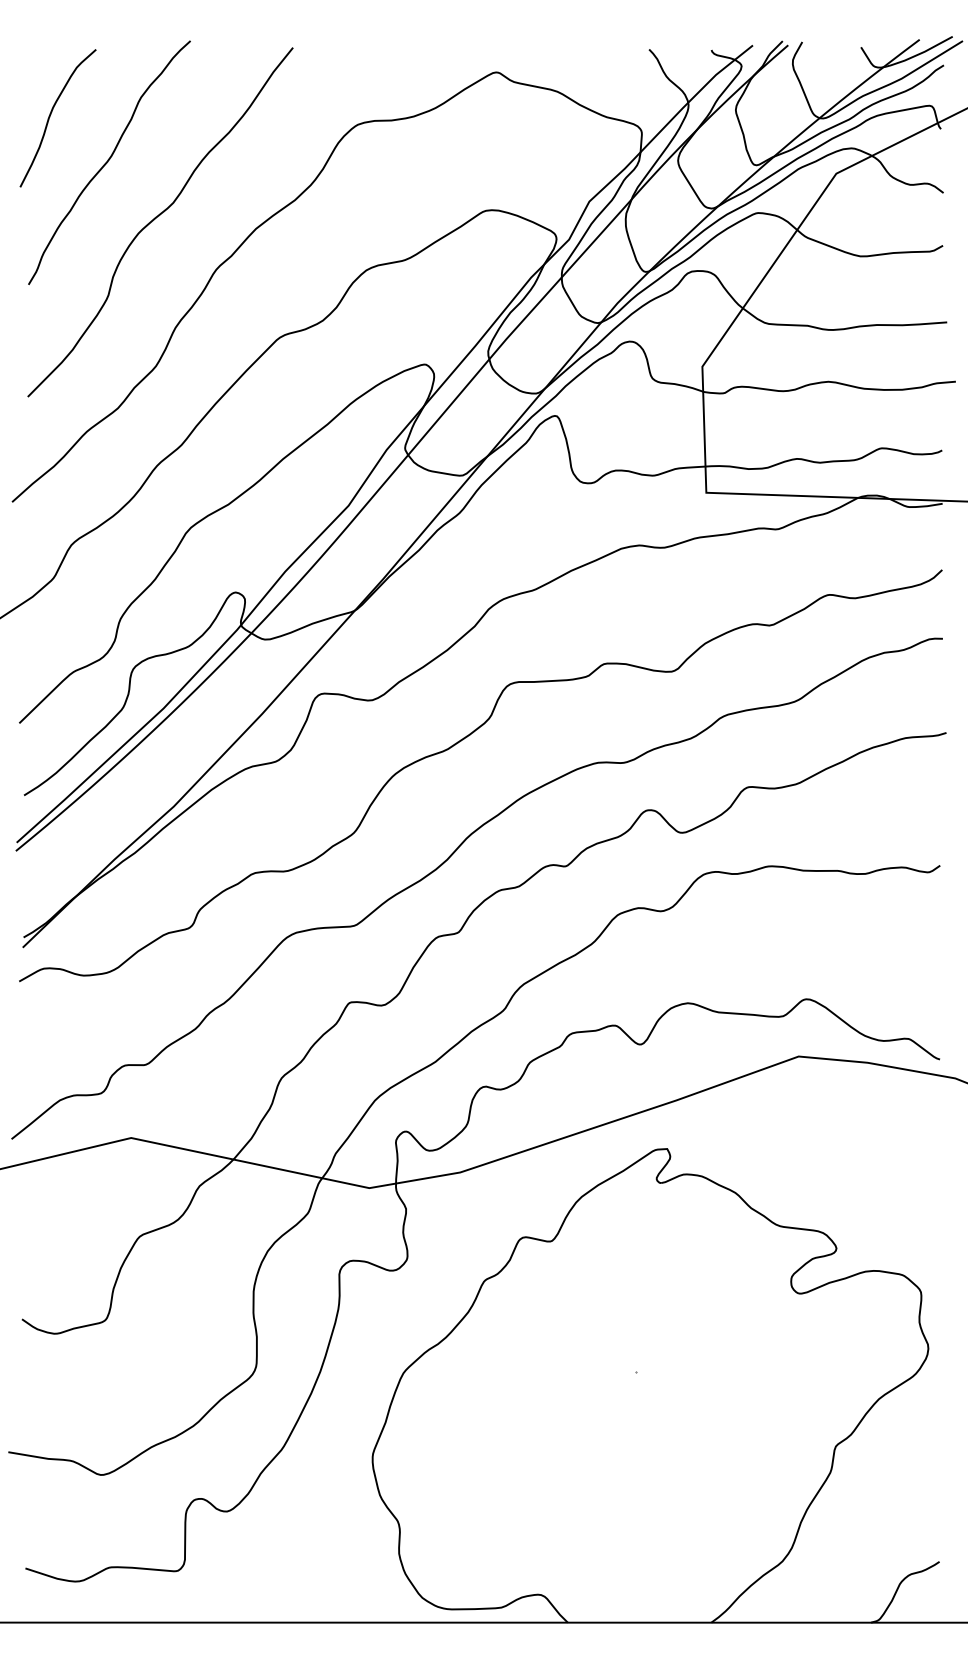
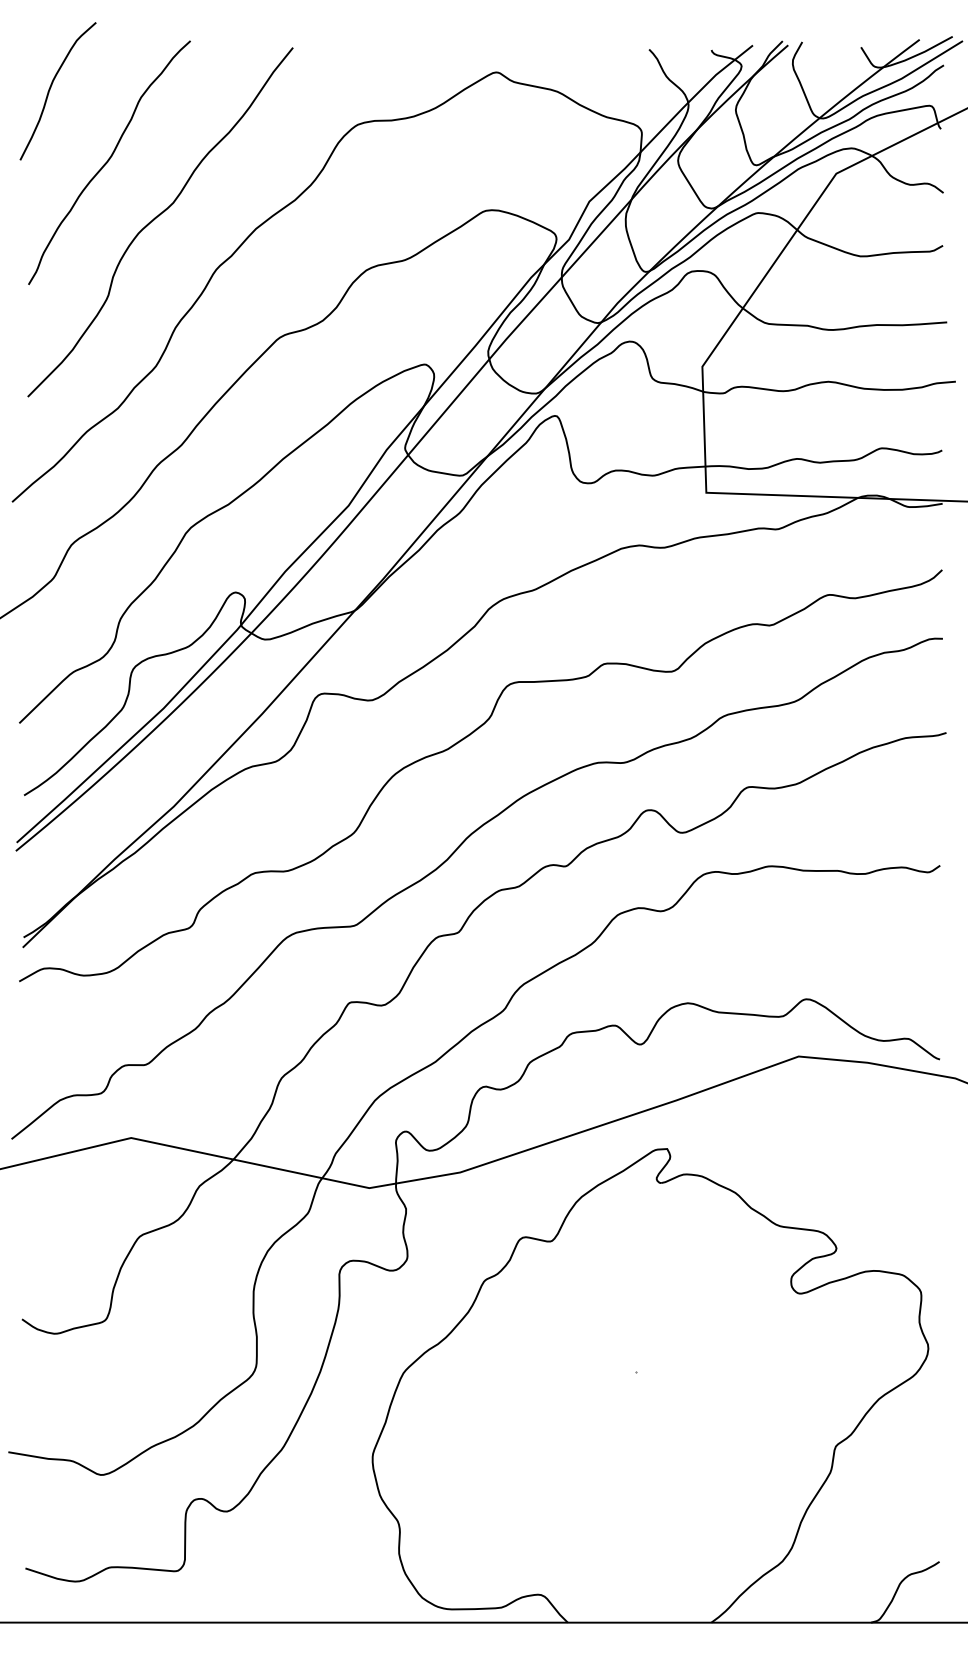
curve at (50, 117) position: (50, 117) -> (50, 90)
